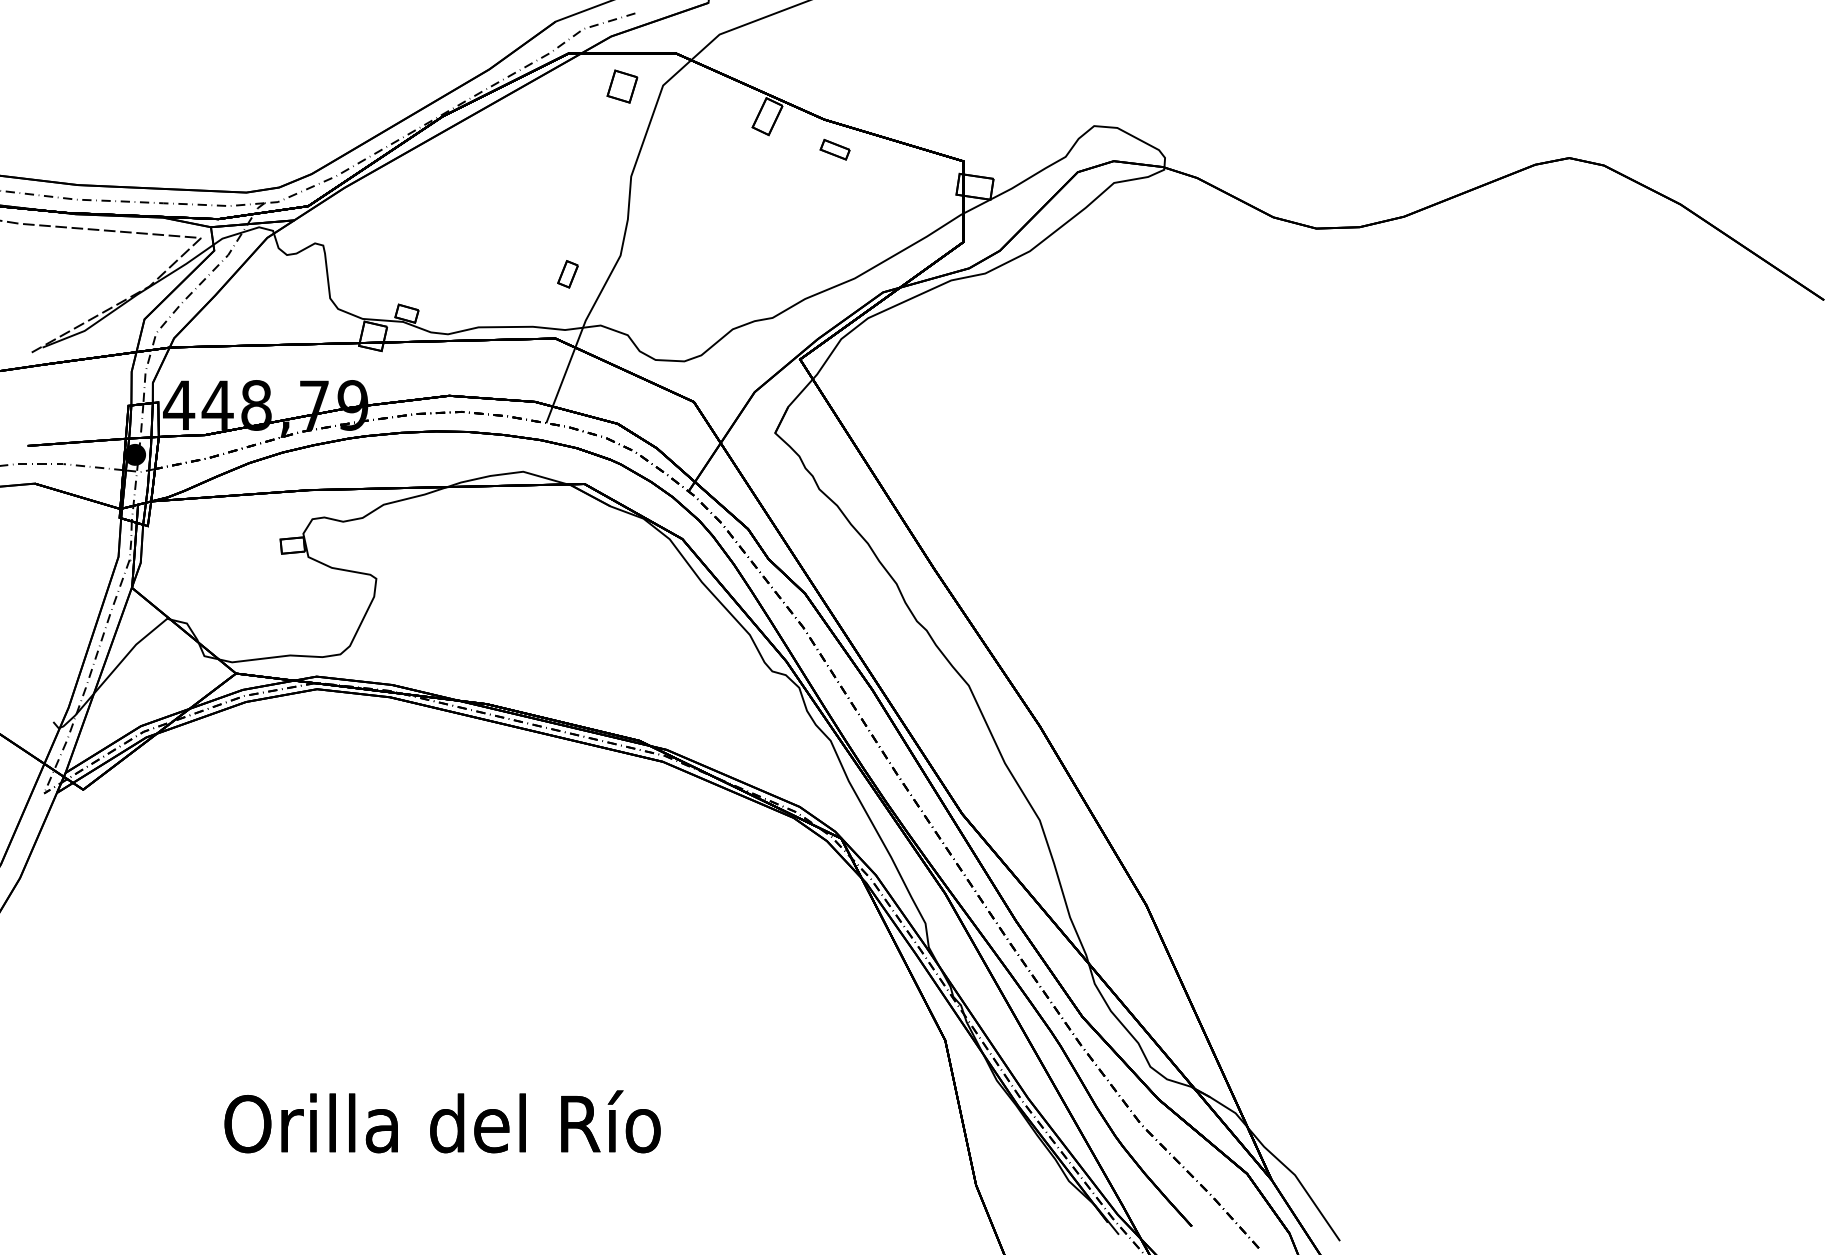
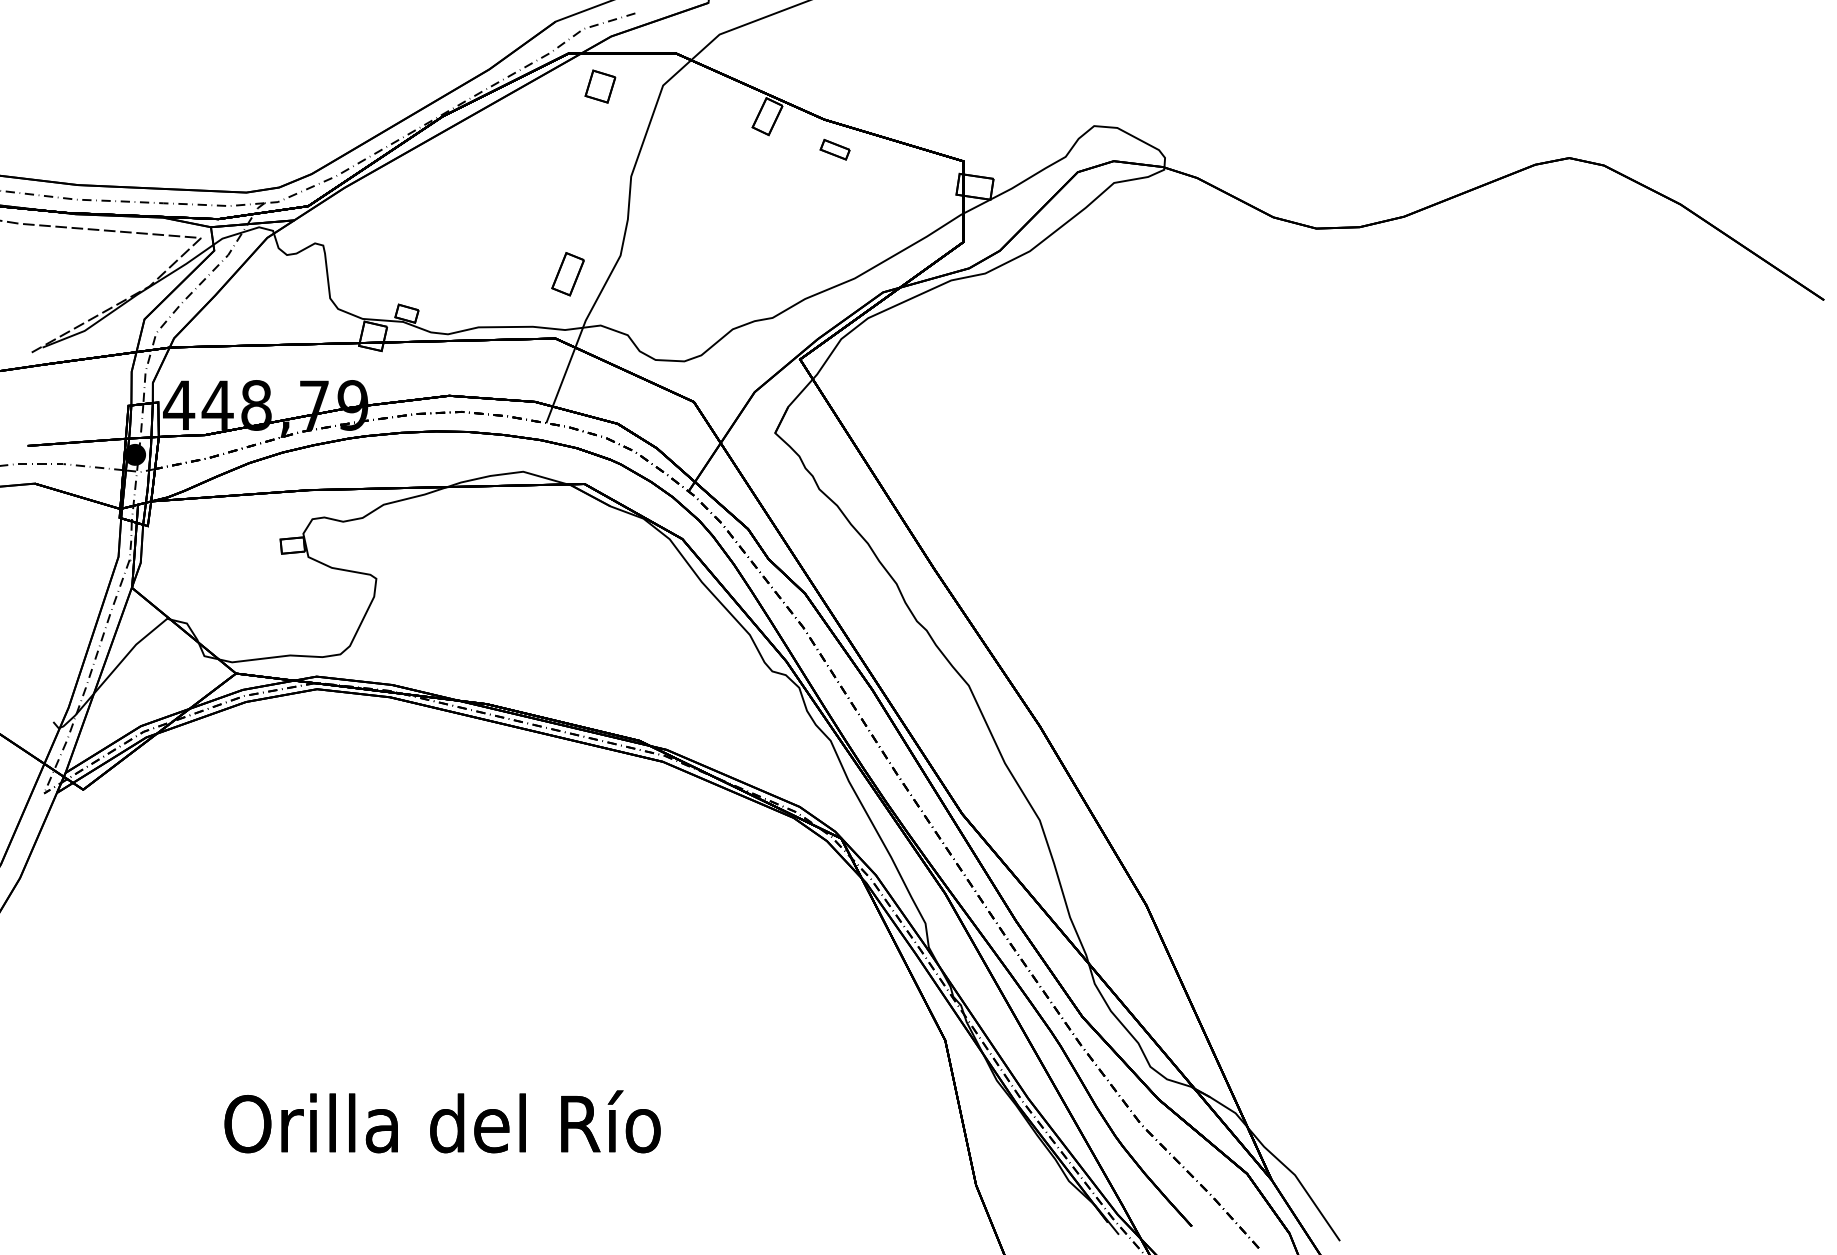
part at (622, 86) position: (622, 86) -> (600, 86)
part at (567, 274) size: 22x29 px -> 34x45 px
